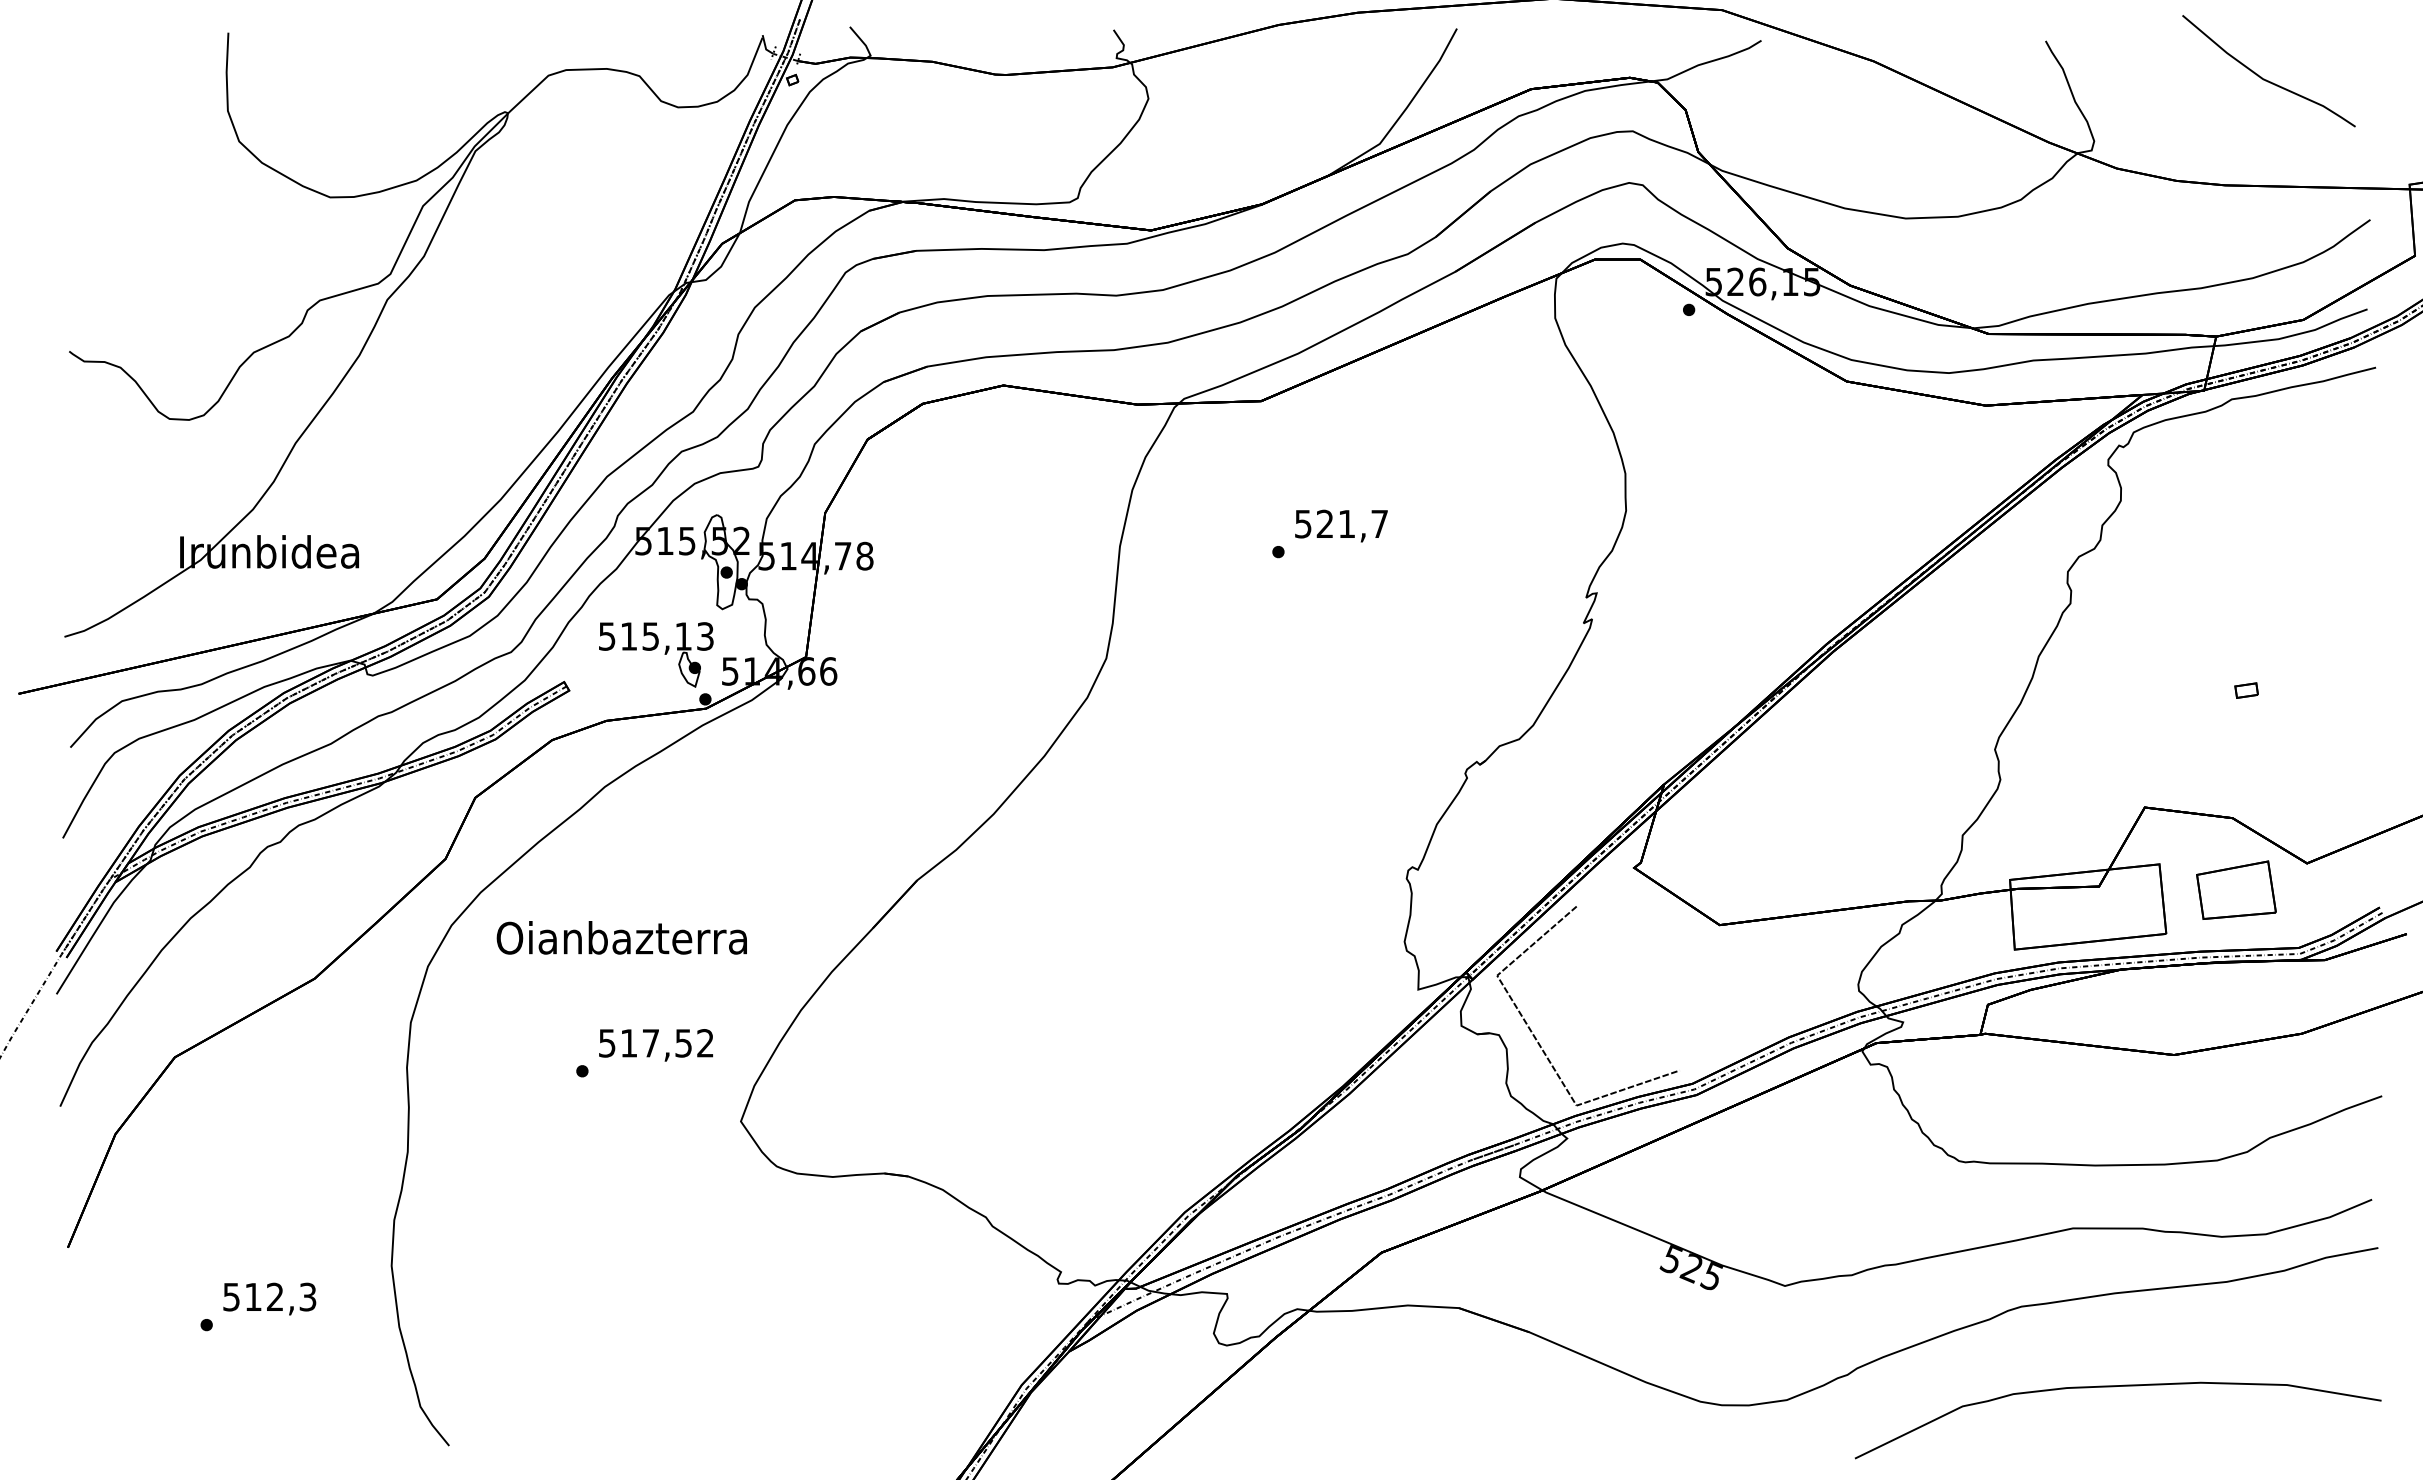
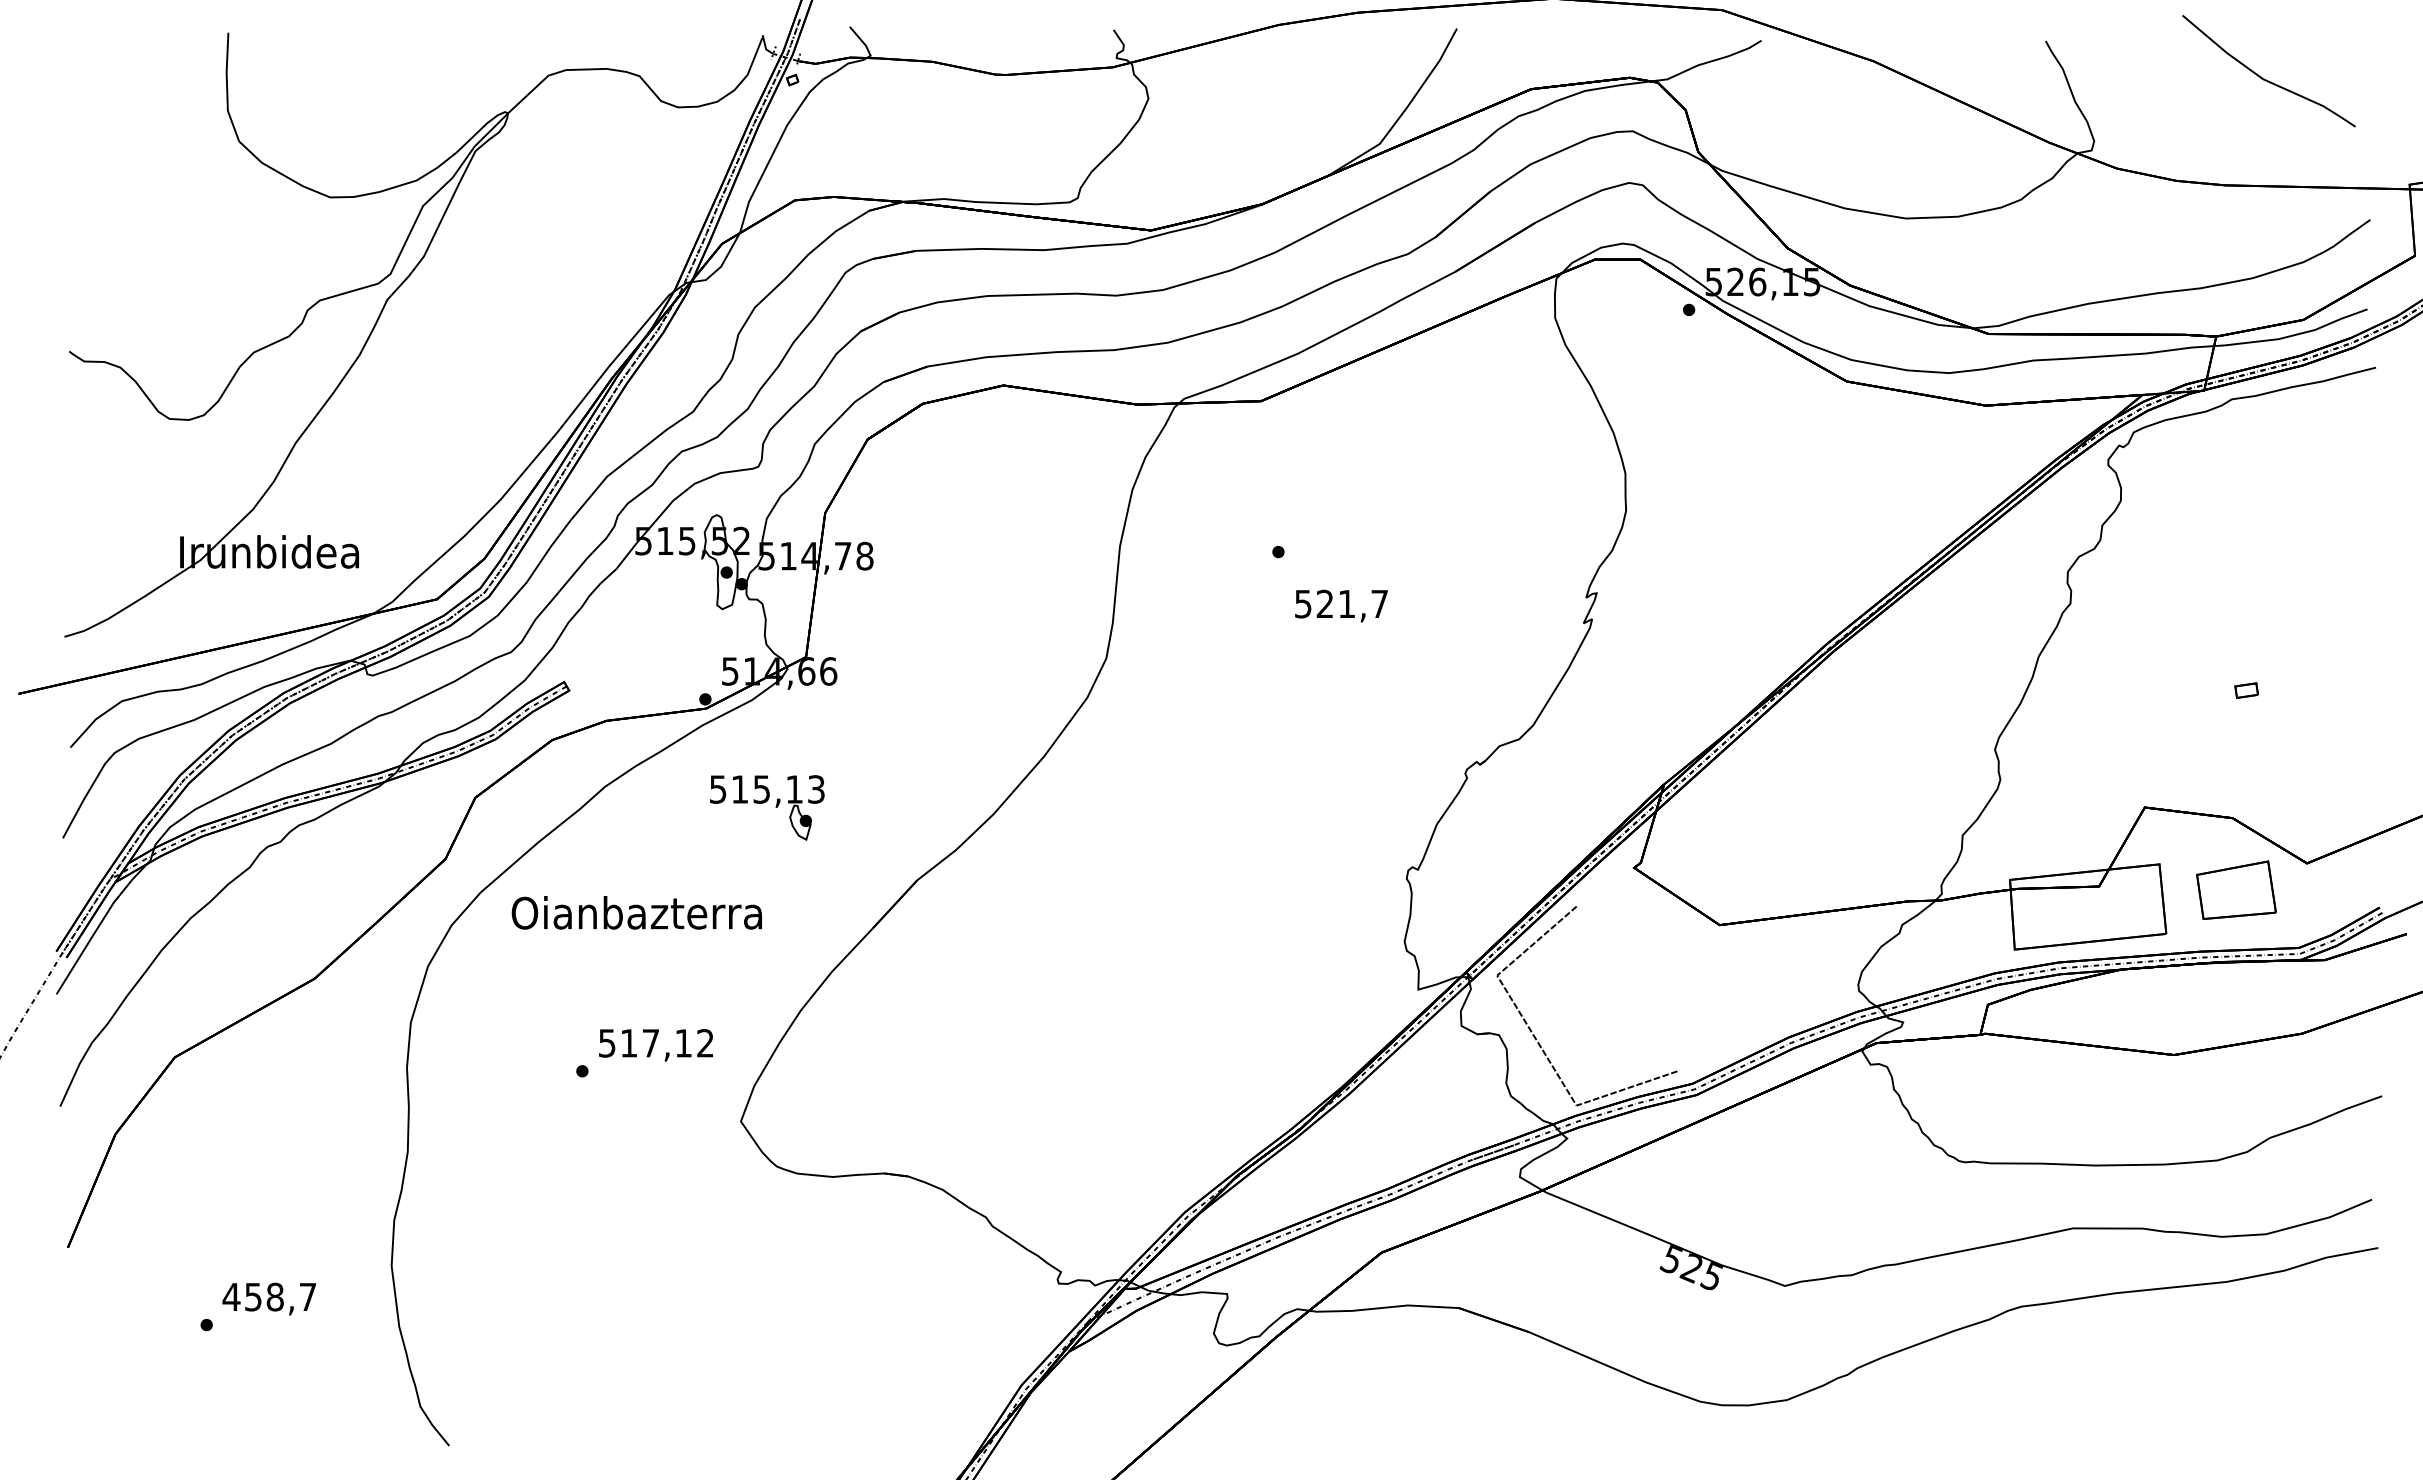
text at (1341, 525) position: (1341, 525) -> (1341, 605)
part at (656, 654) position: (656, 654) -> (767, 807)
text at (621, 937) position: (621, 937) -> (636, 912)
text at (683, 1043): 517,52 -> 517,12
text at (269, 1296): 512,3 -> 458,7
curve at (2114, 1387): present -> none
